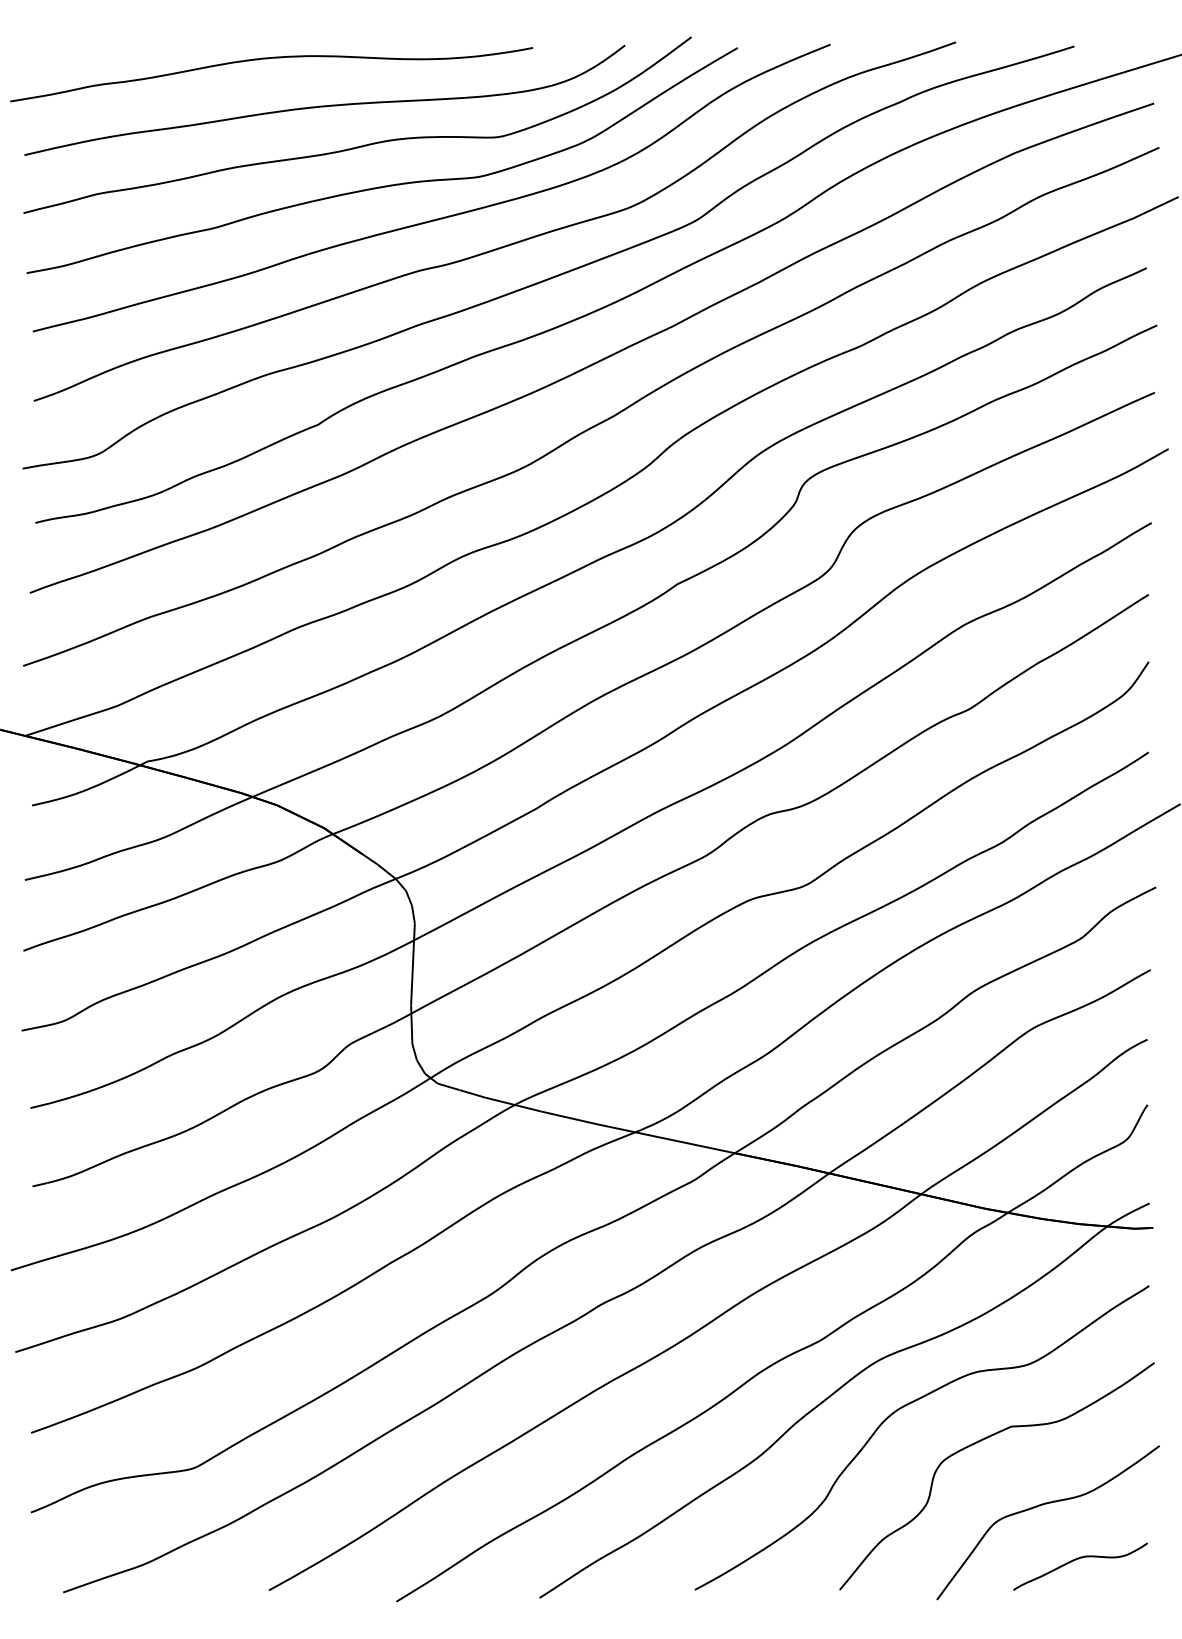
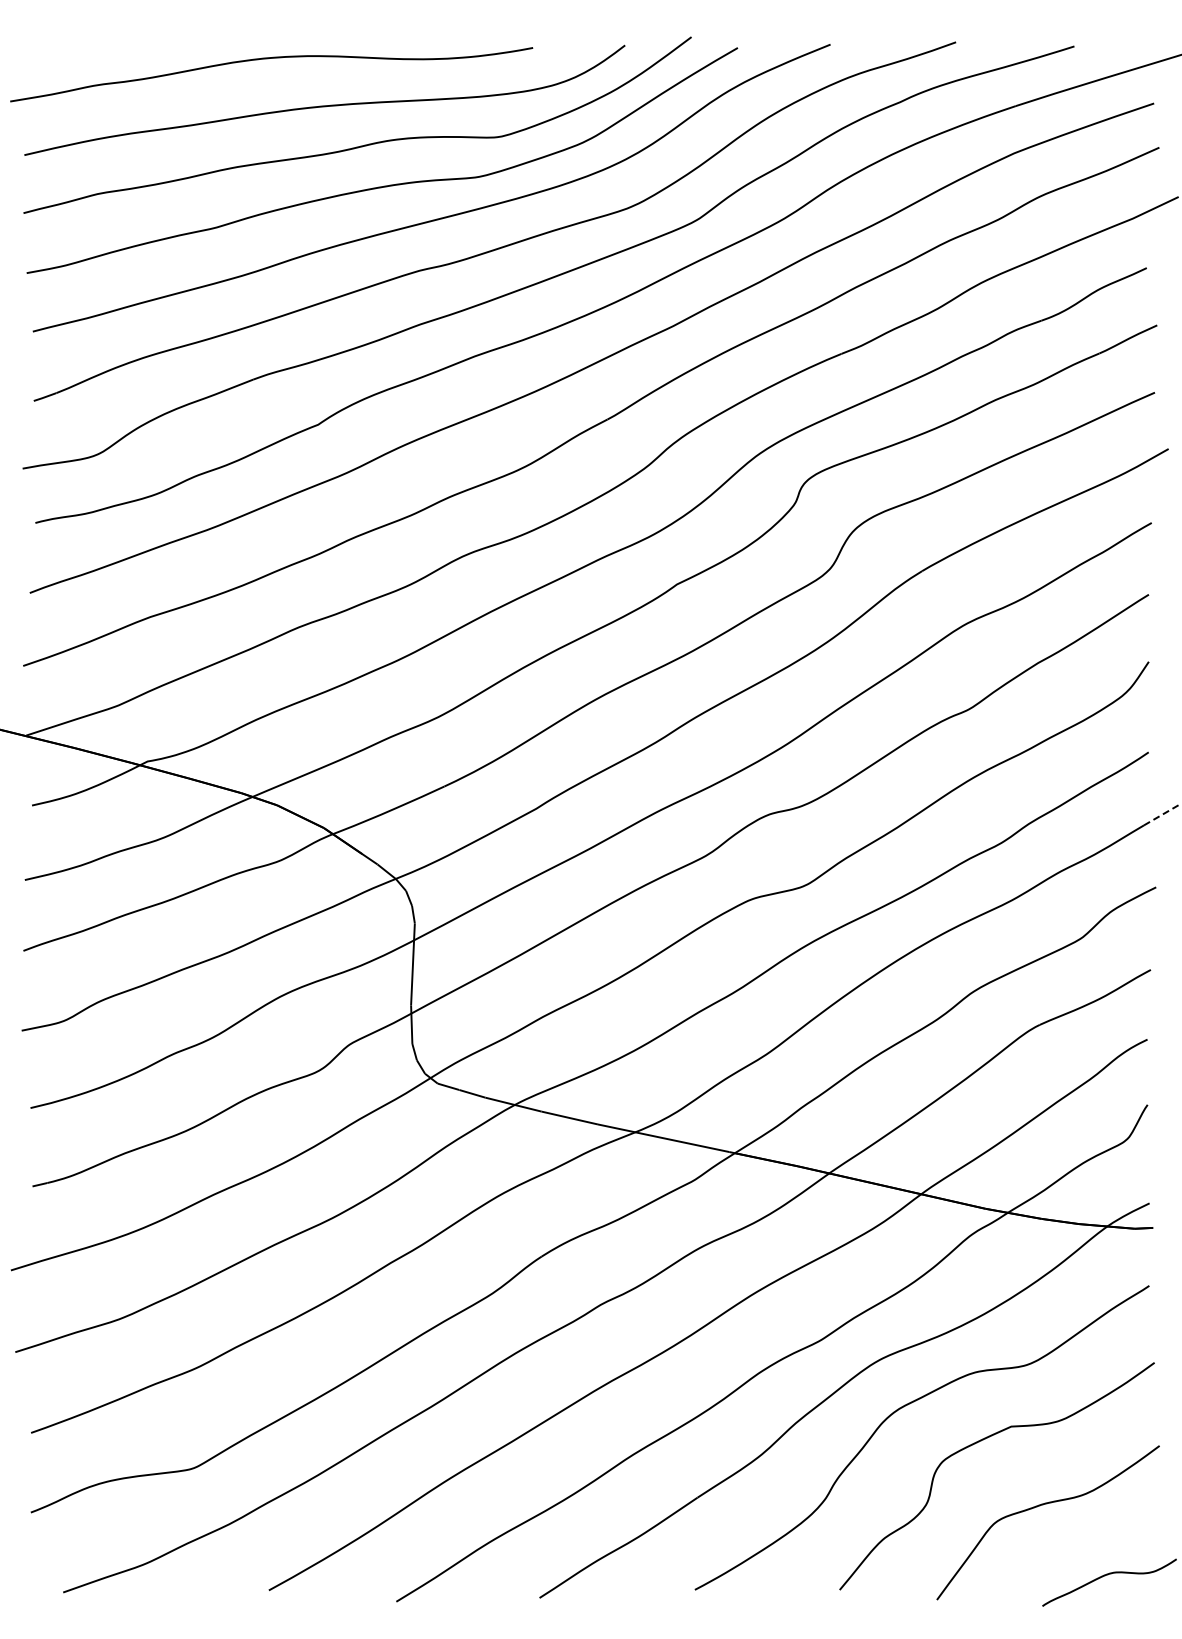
line at (1162, 814): solid -> dashed
curve at (1076, 1560) position: (1076, 1560) -> (1105, 1576)
